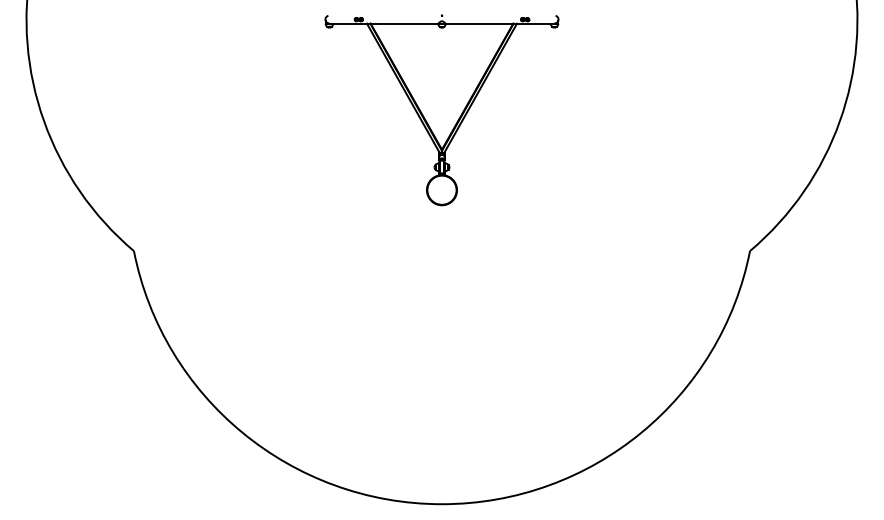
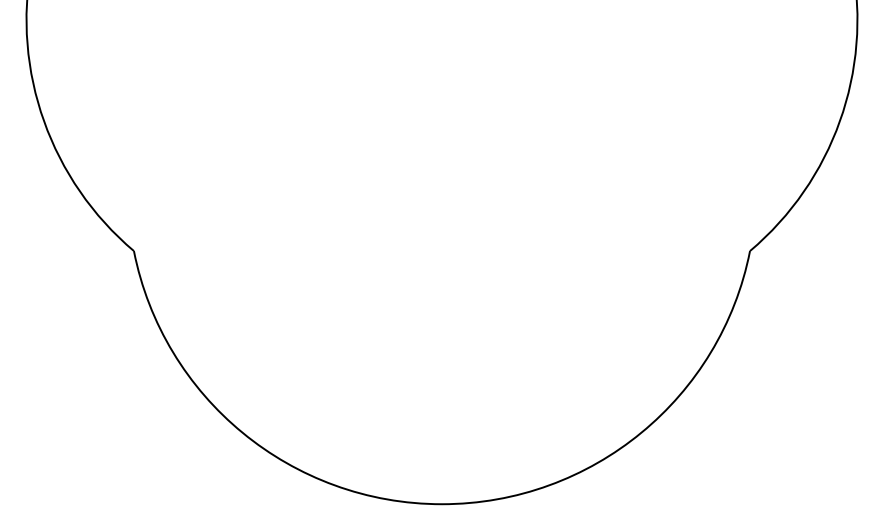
part at (441, 110): present -> none
